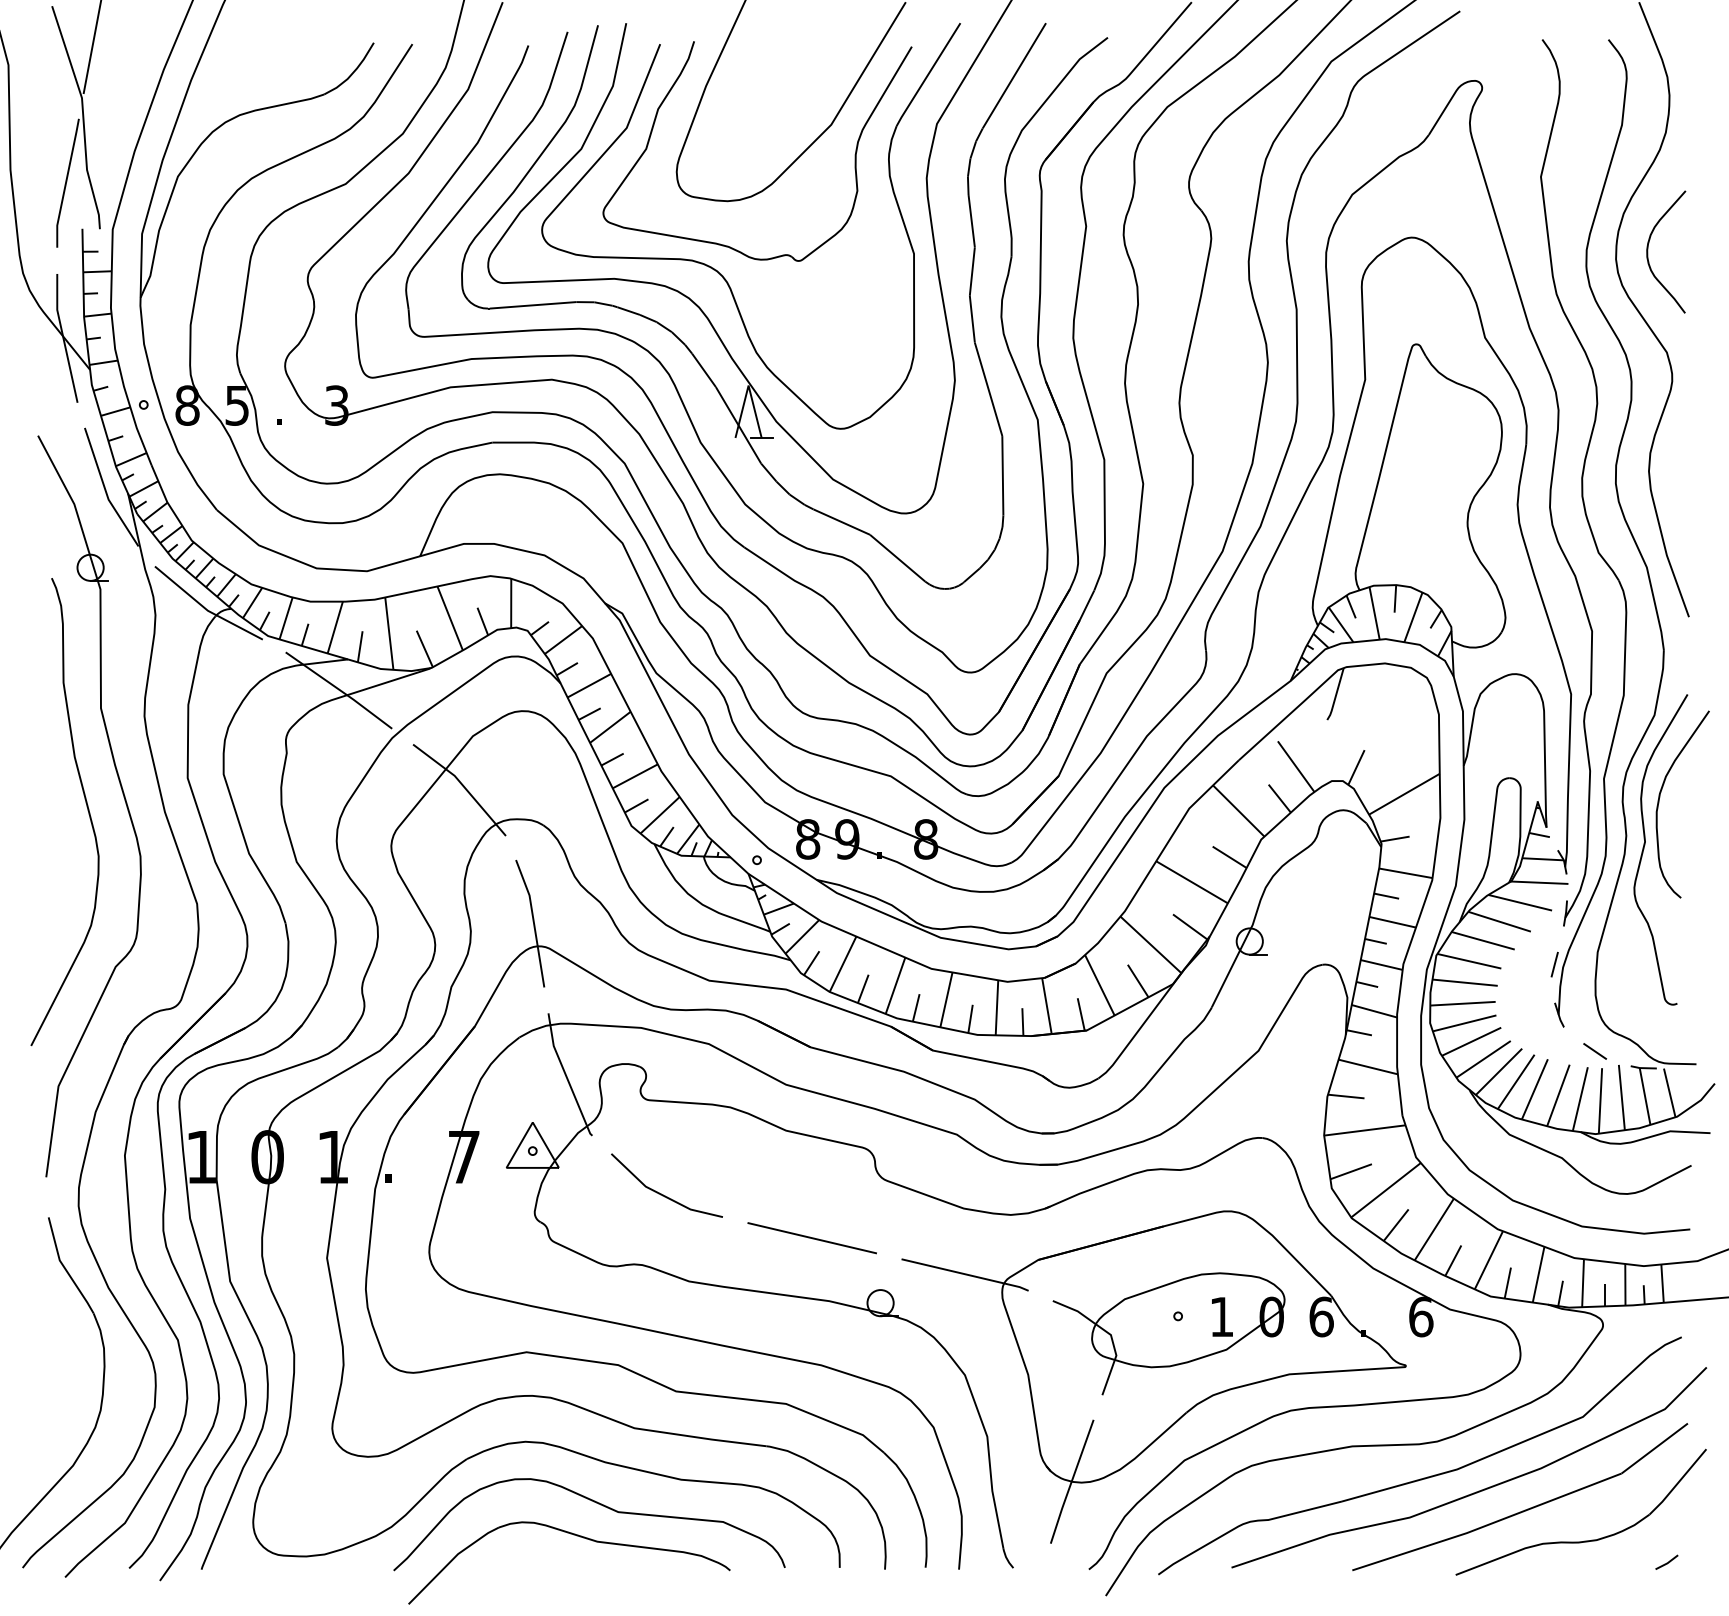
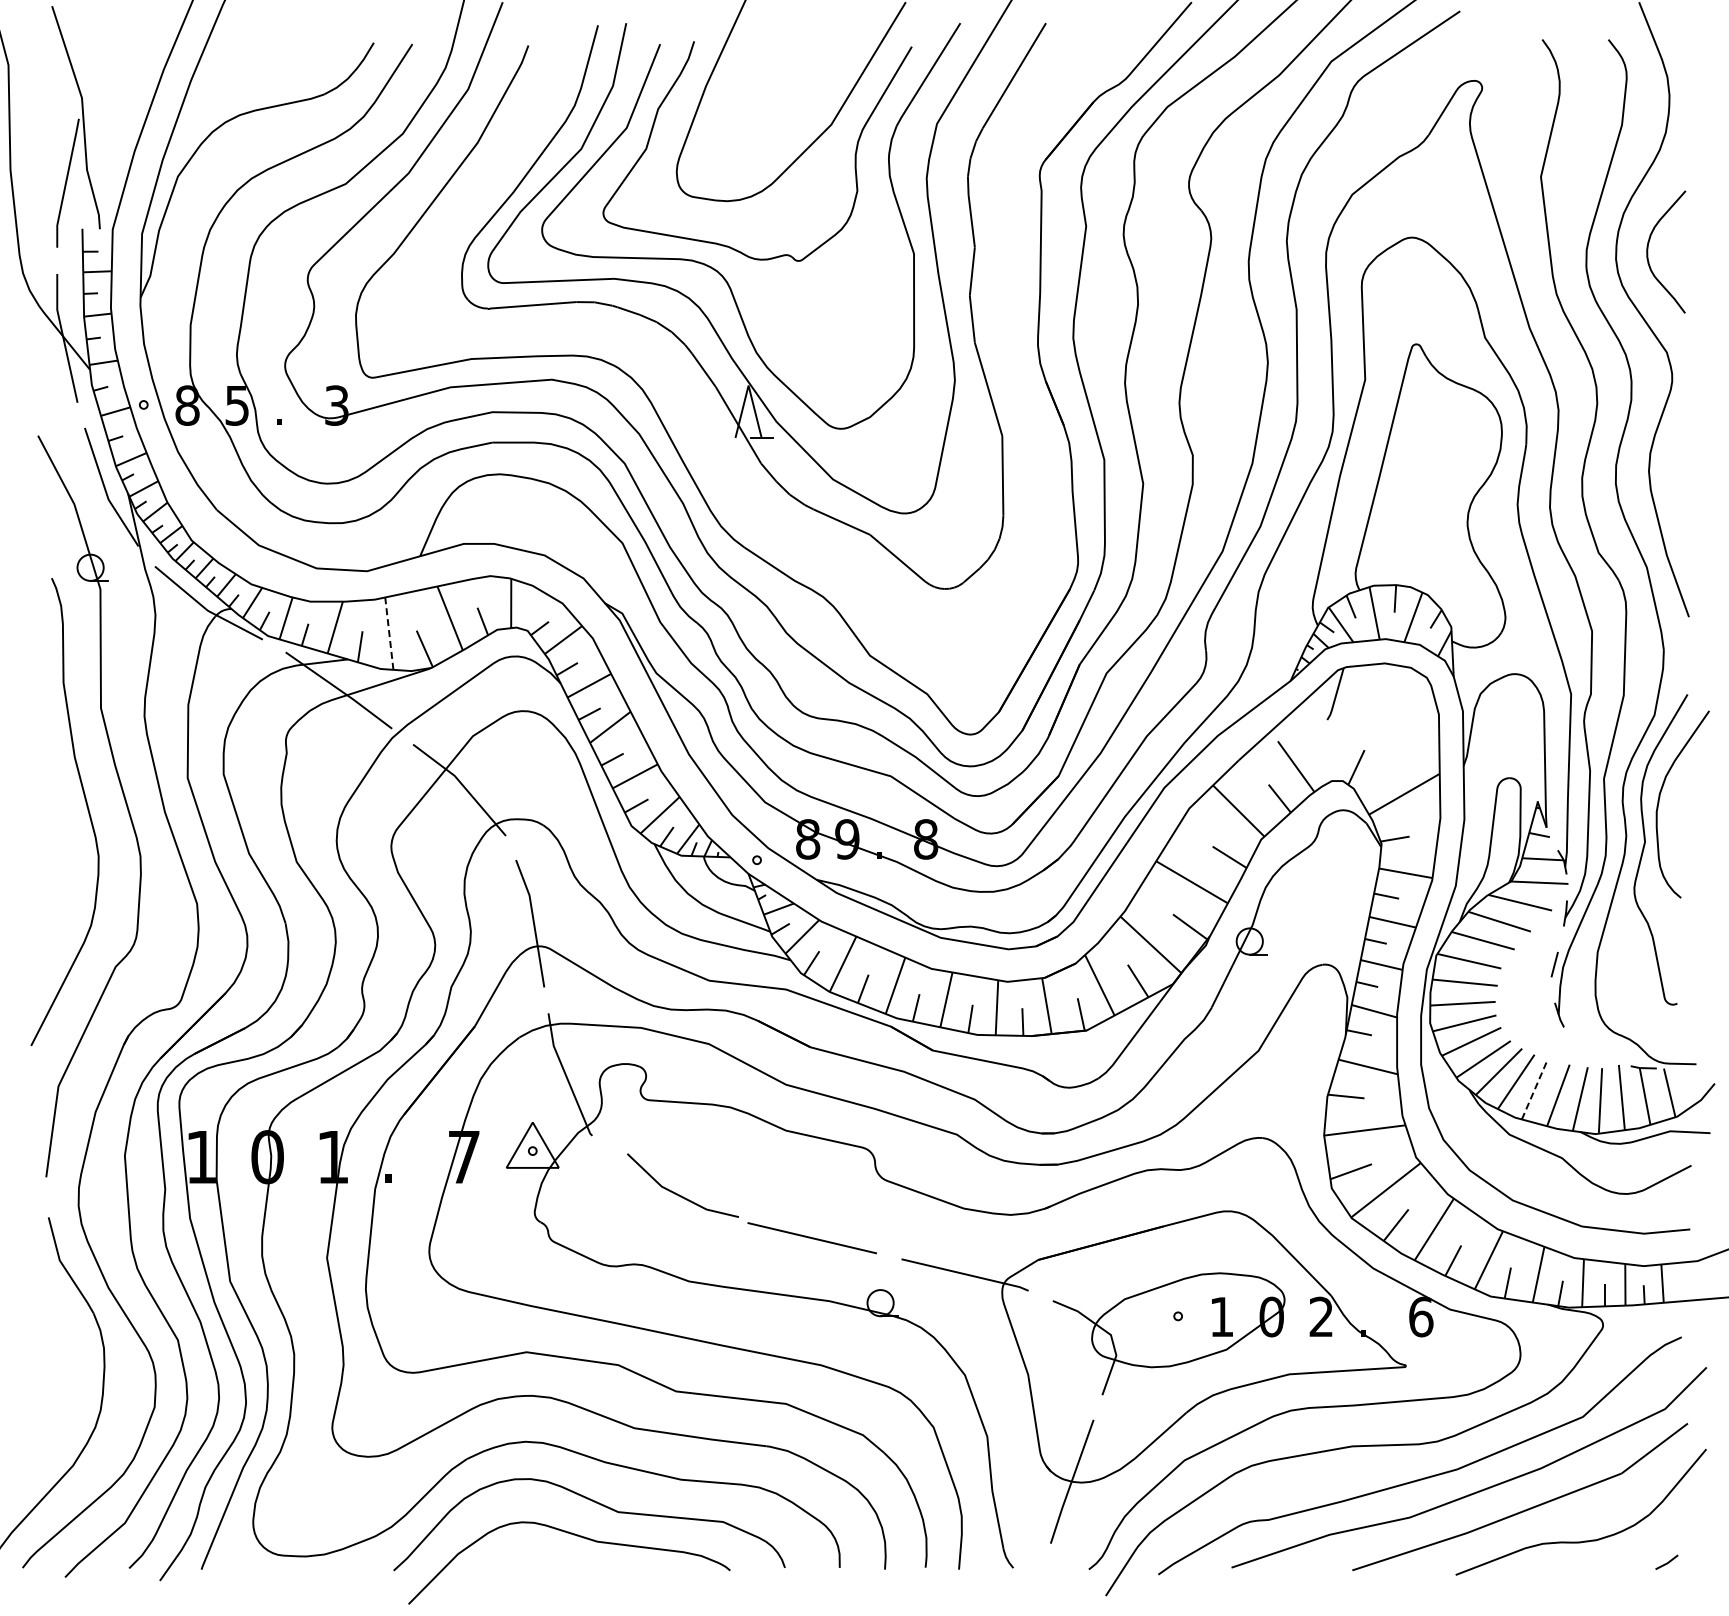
line at (91, 47): present -> none
part at (678, 390): present -> none
line at (389, 633): solid -> dashed
line at (1594, 1051): present -> none
line at (1534, 1089): solid -> dashed
line at (661, 1193) position: (661, 1193) -> (677, 1193)
text at (1321, 1316): 6 -> 2
